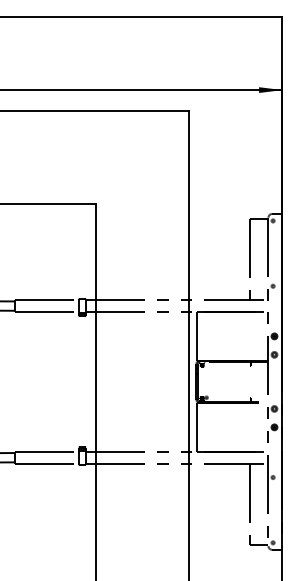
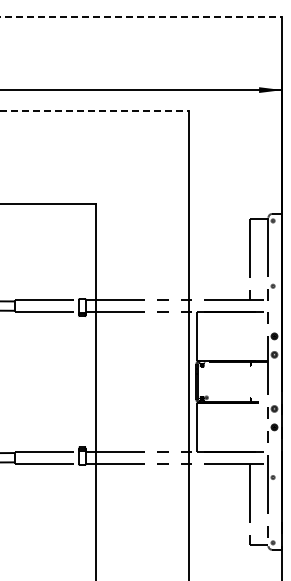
line at (141, 17): solid -> dashed
line at (94, 110): solid -> dashed
